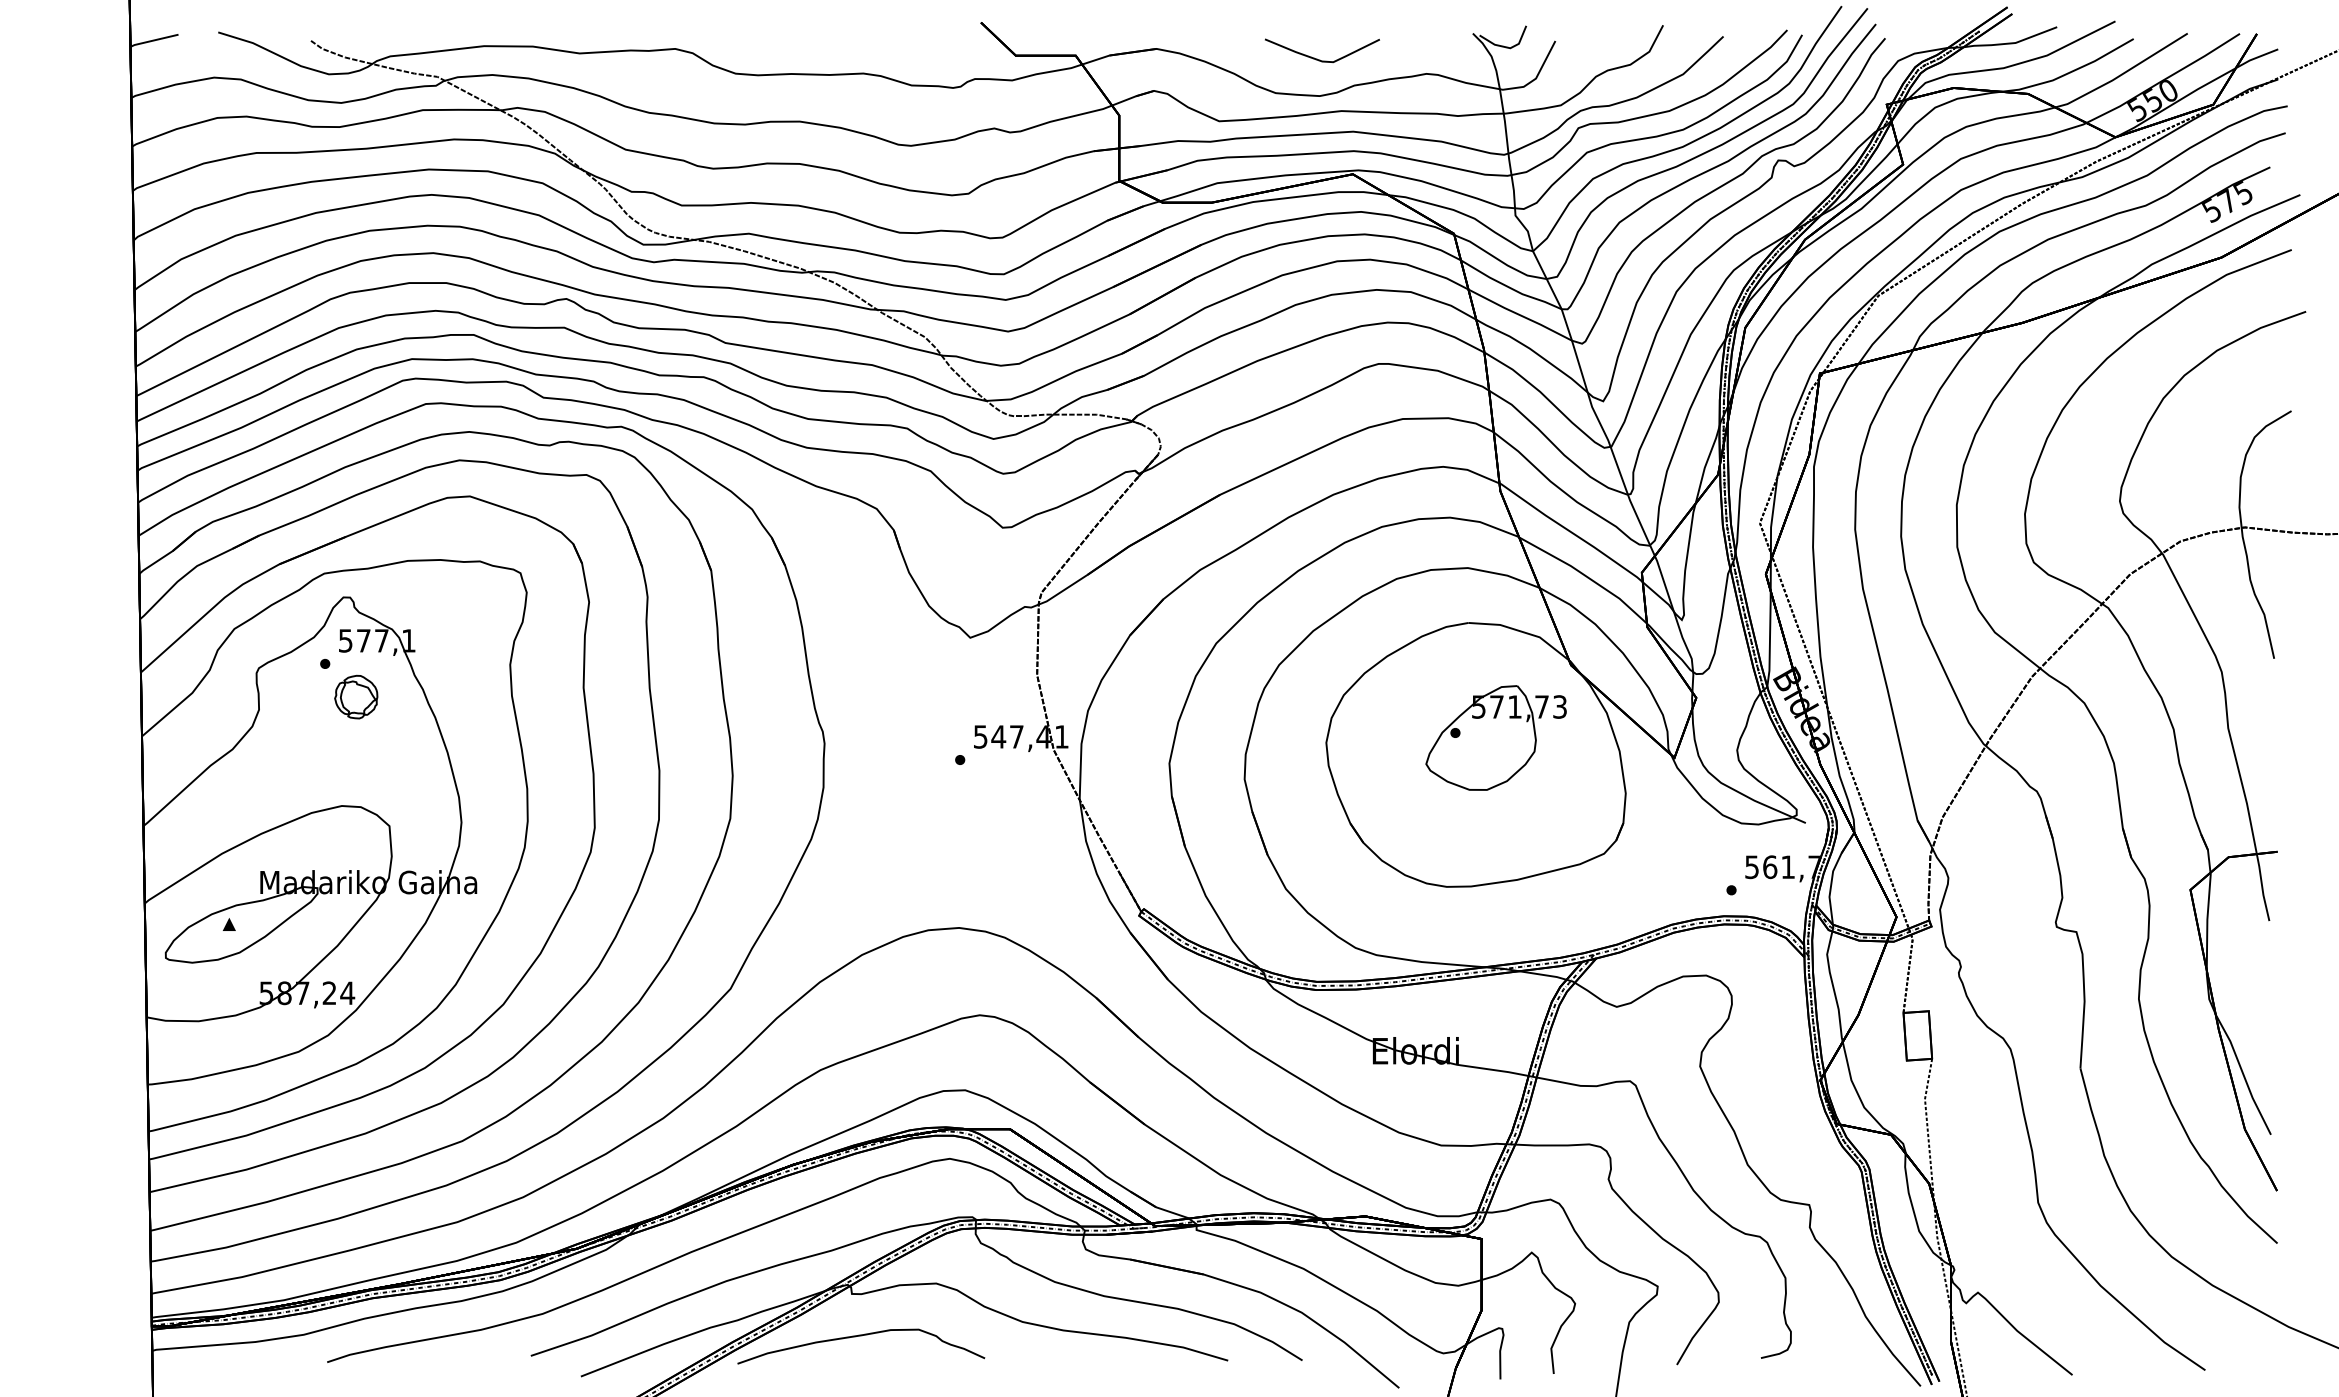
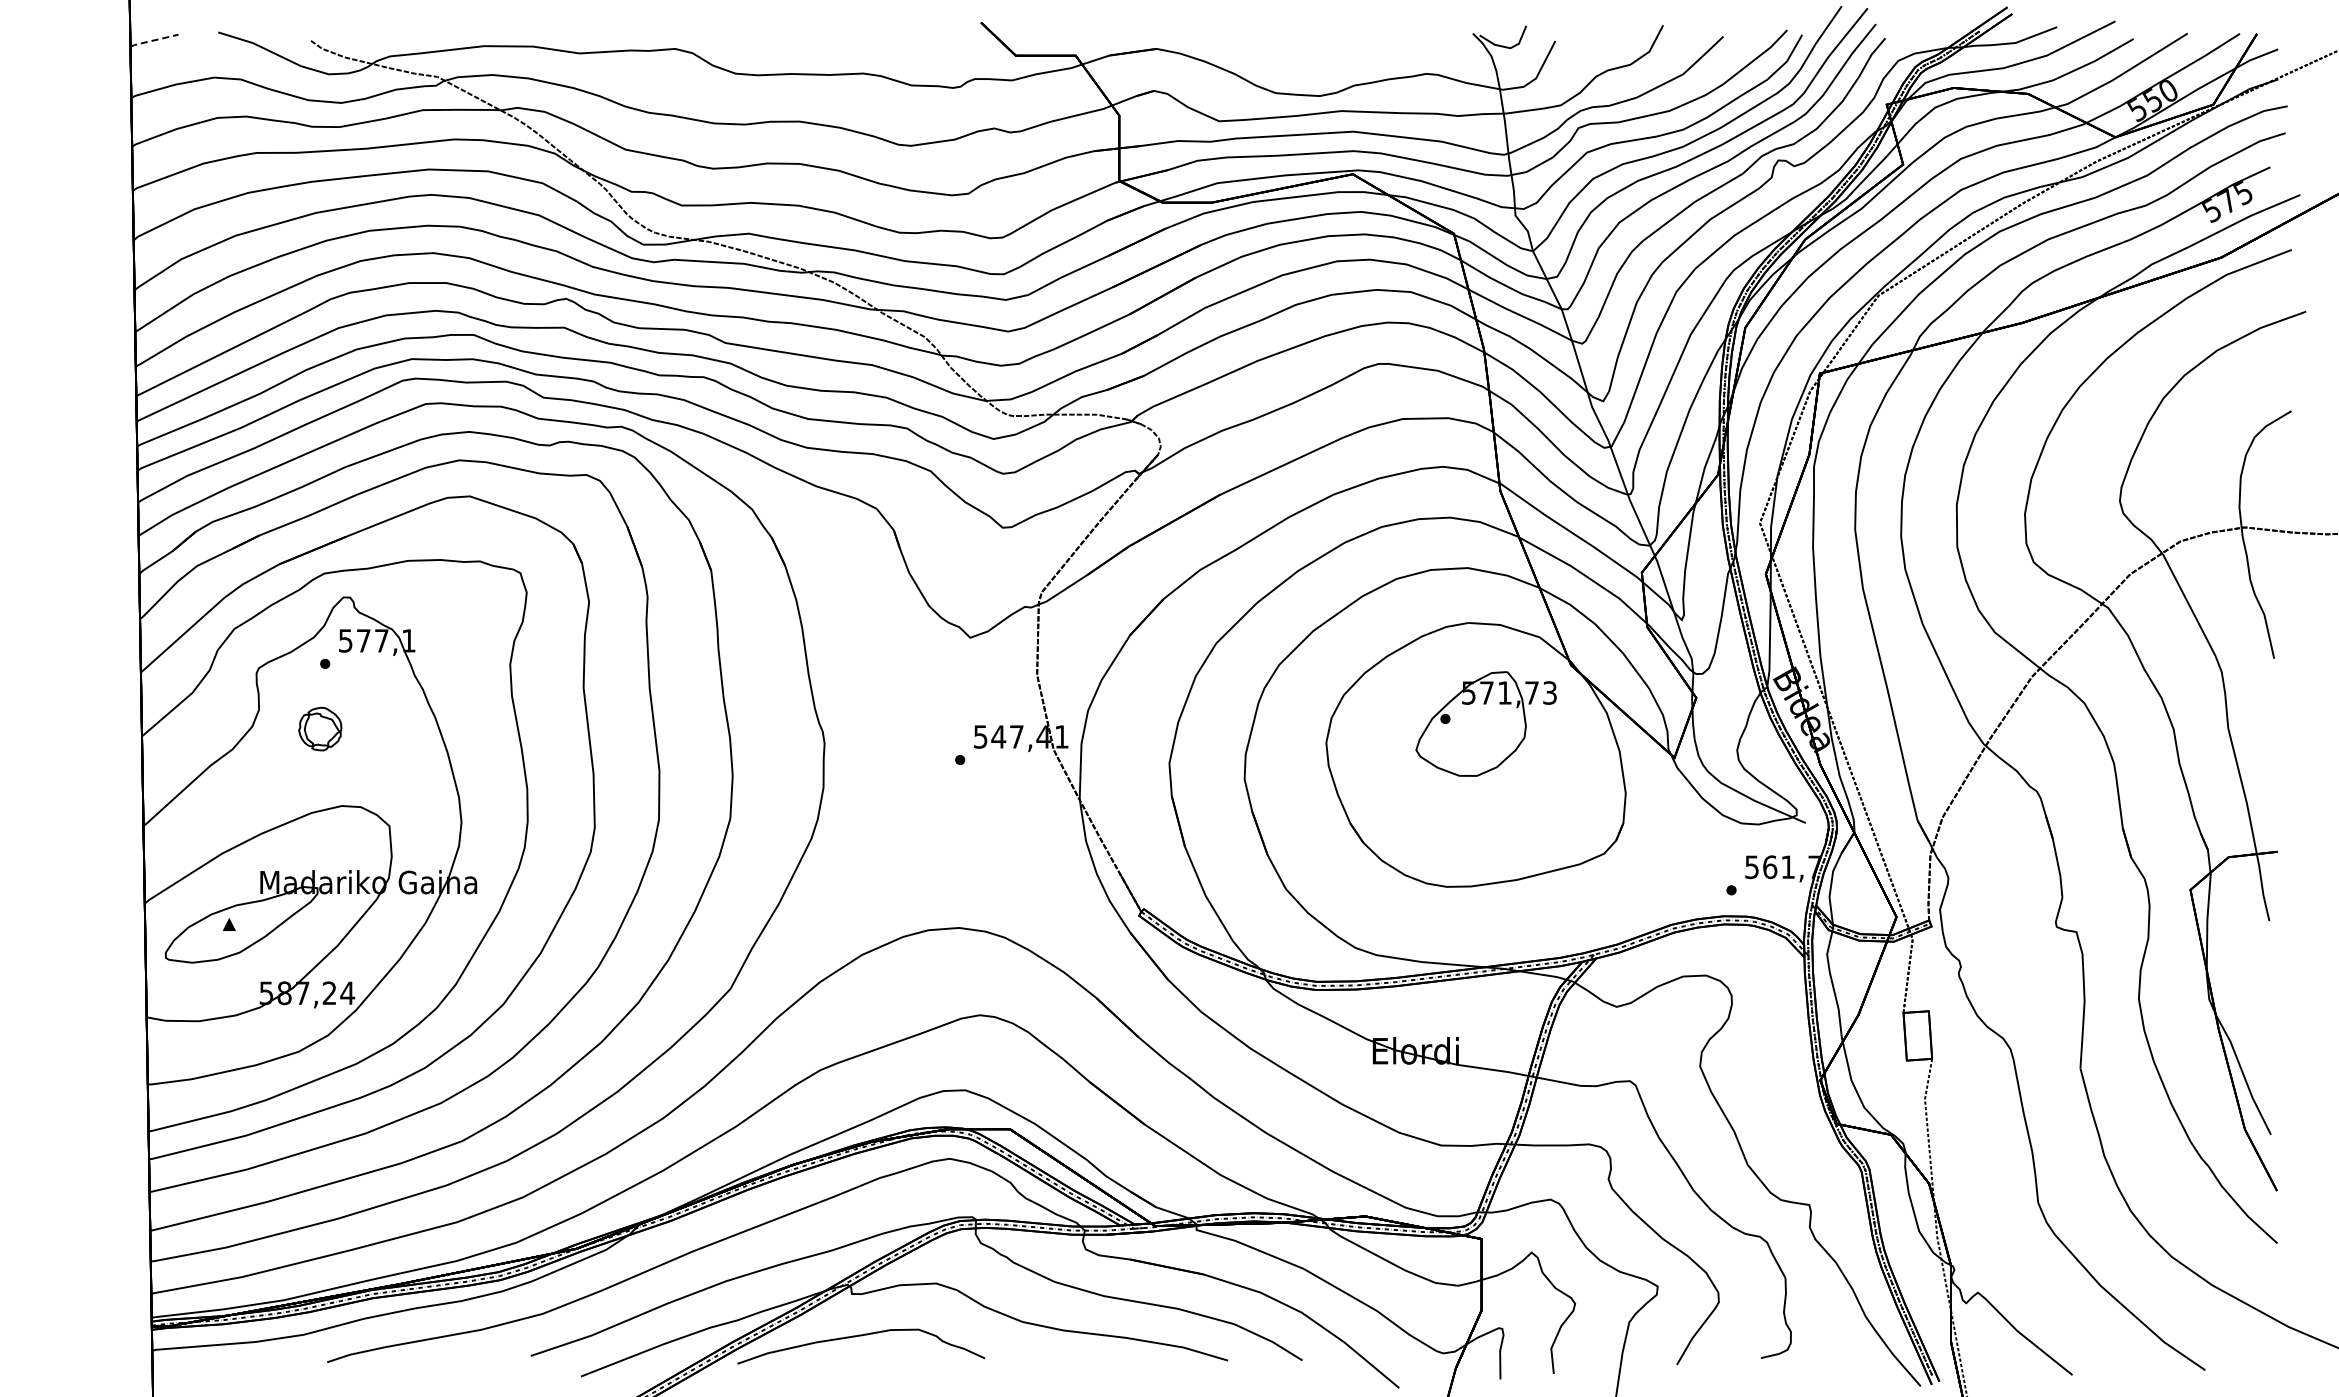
line at (153, 40): solid -> dashed
curve at (1320, 59): present -> none
part at (356, 696) position: (356, 696) -> (320, 728)
part at (1495, 737) position: (1495, 737) -> (1485, 723)
